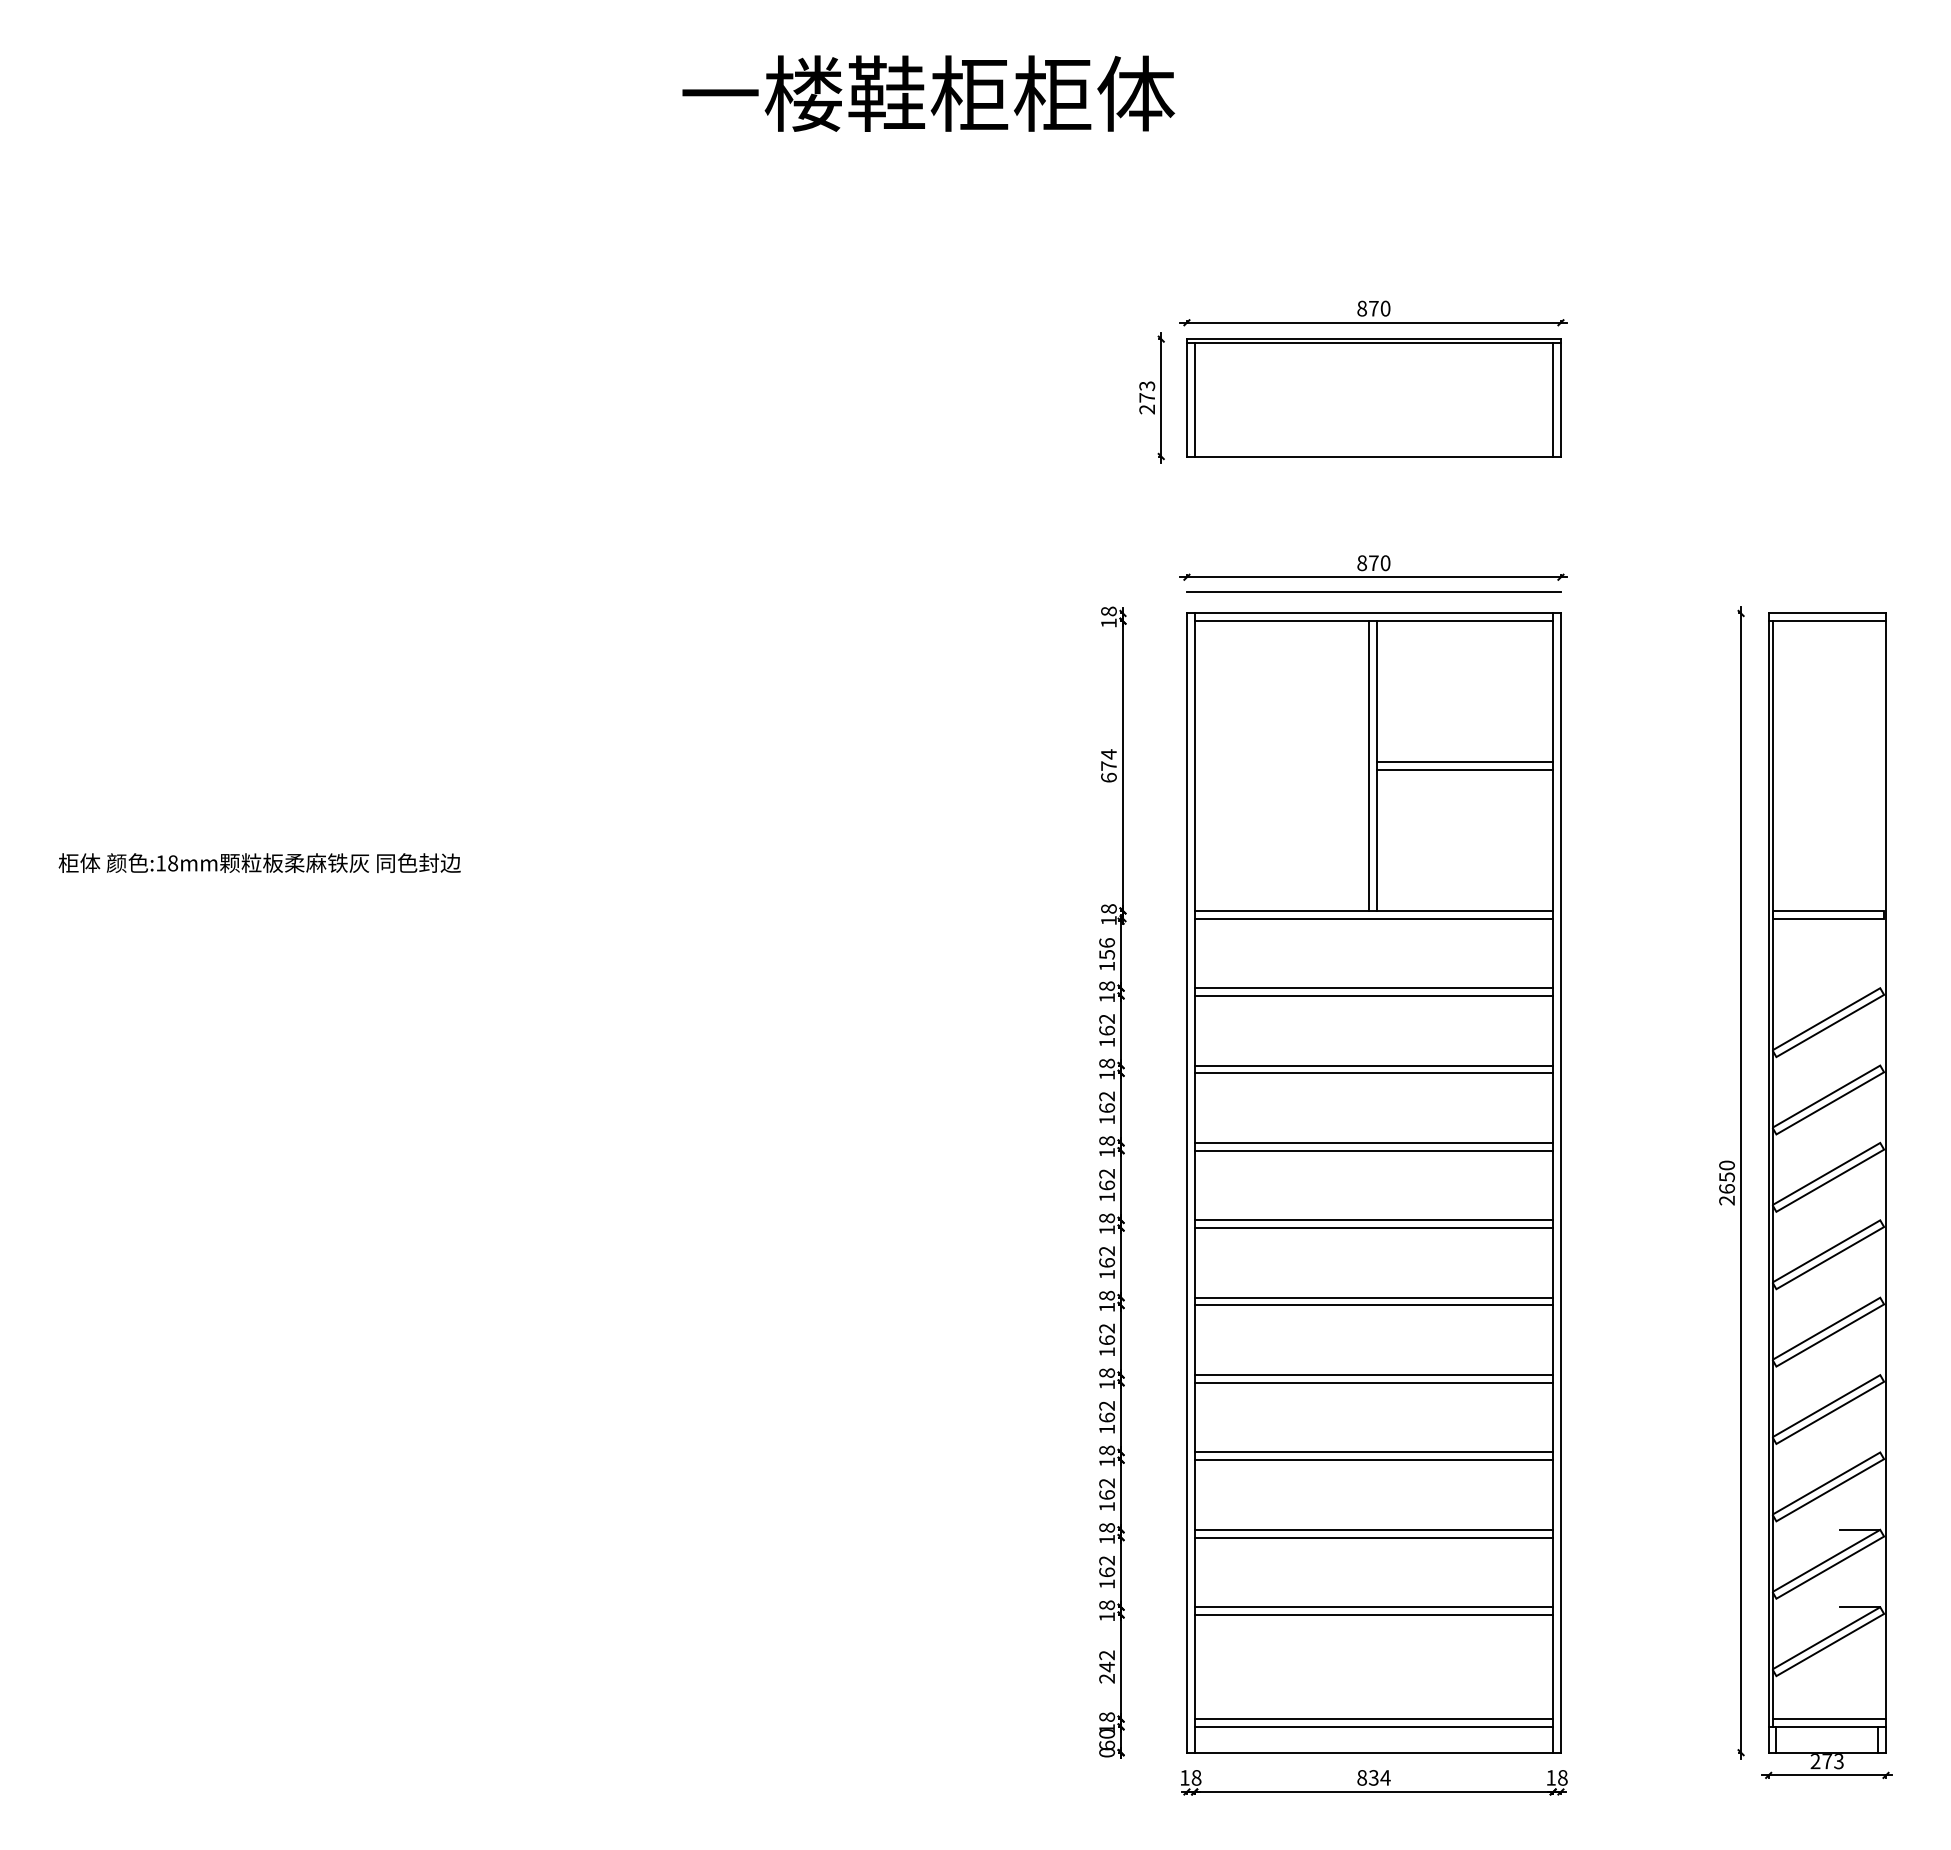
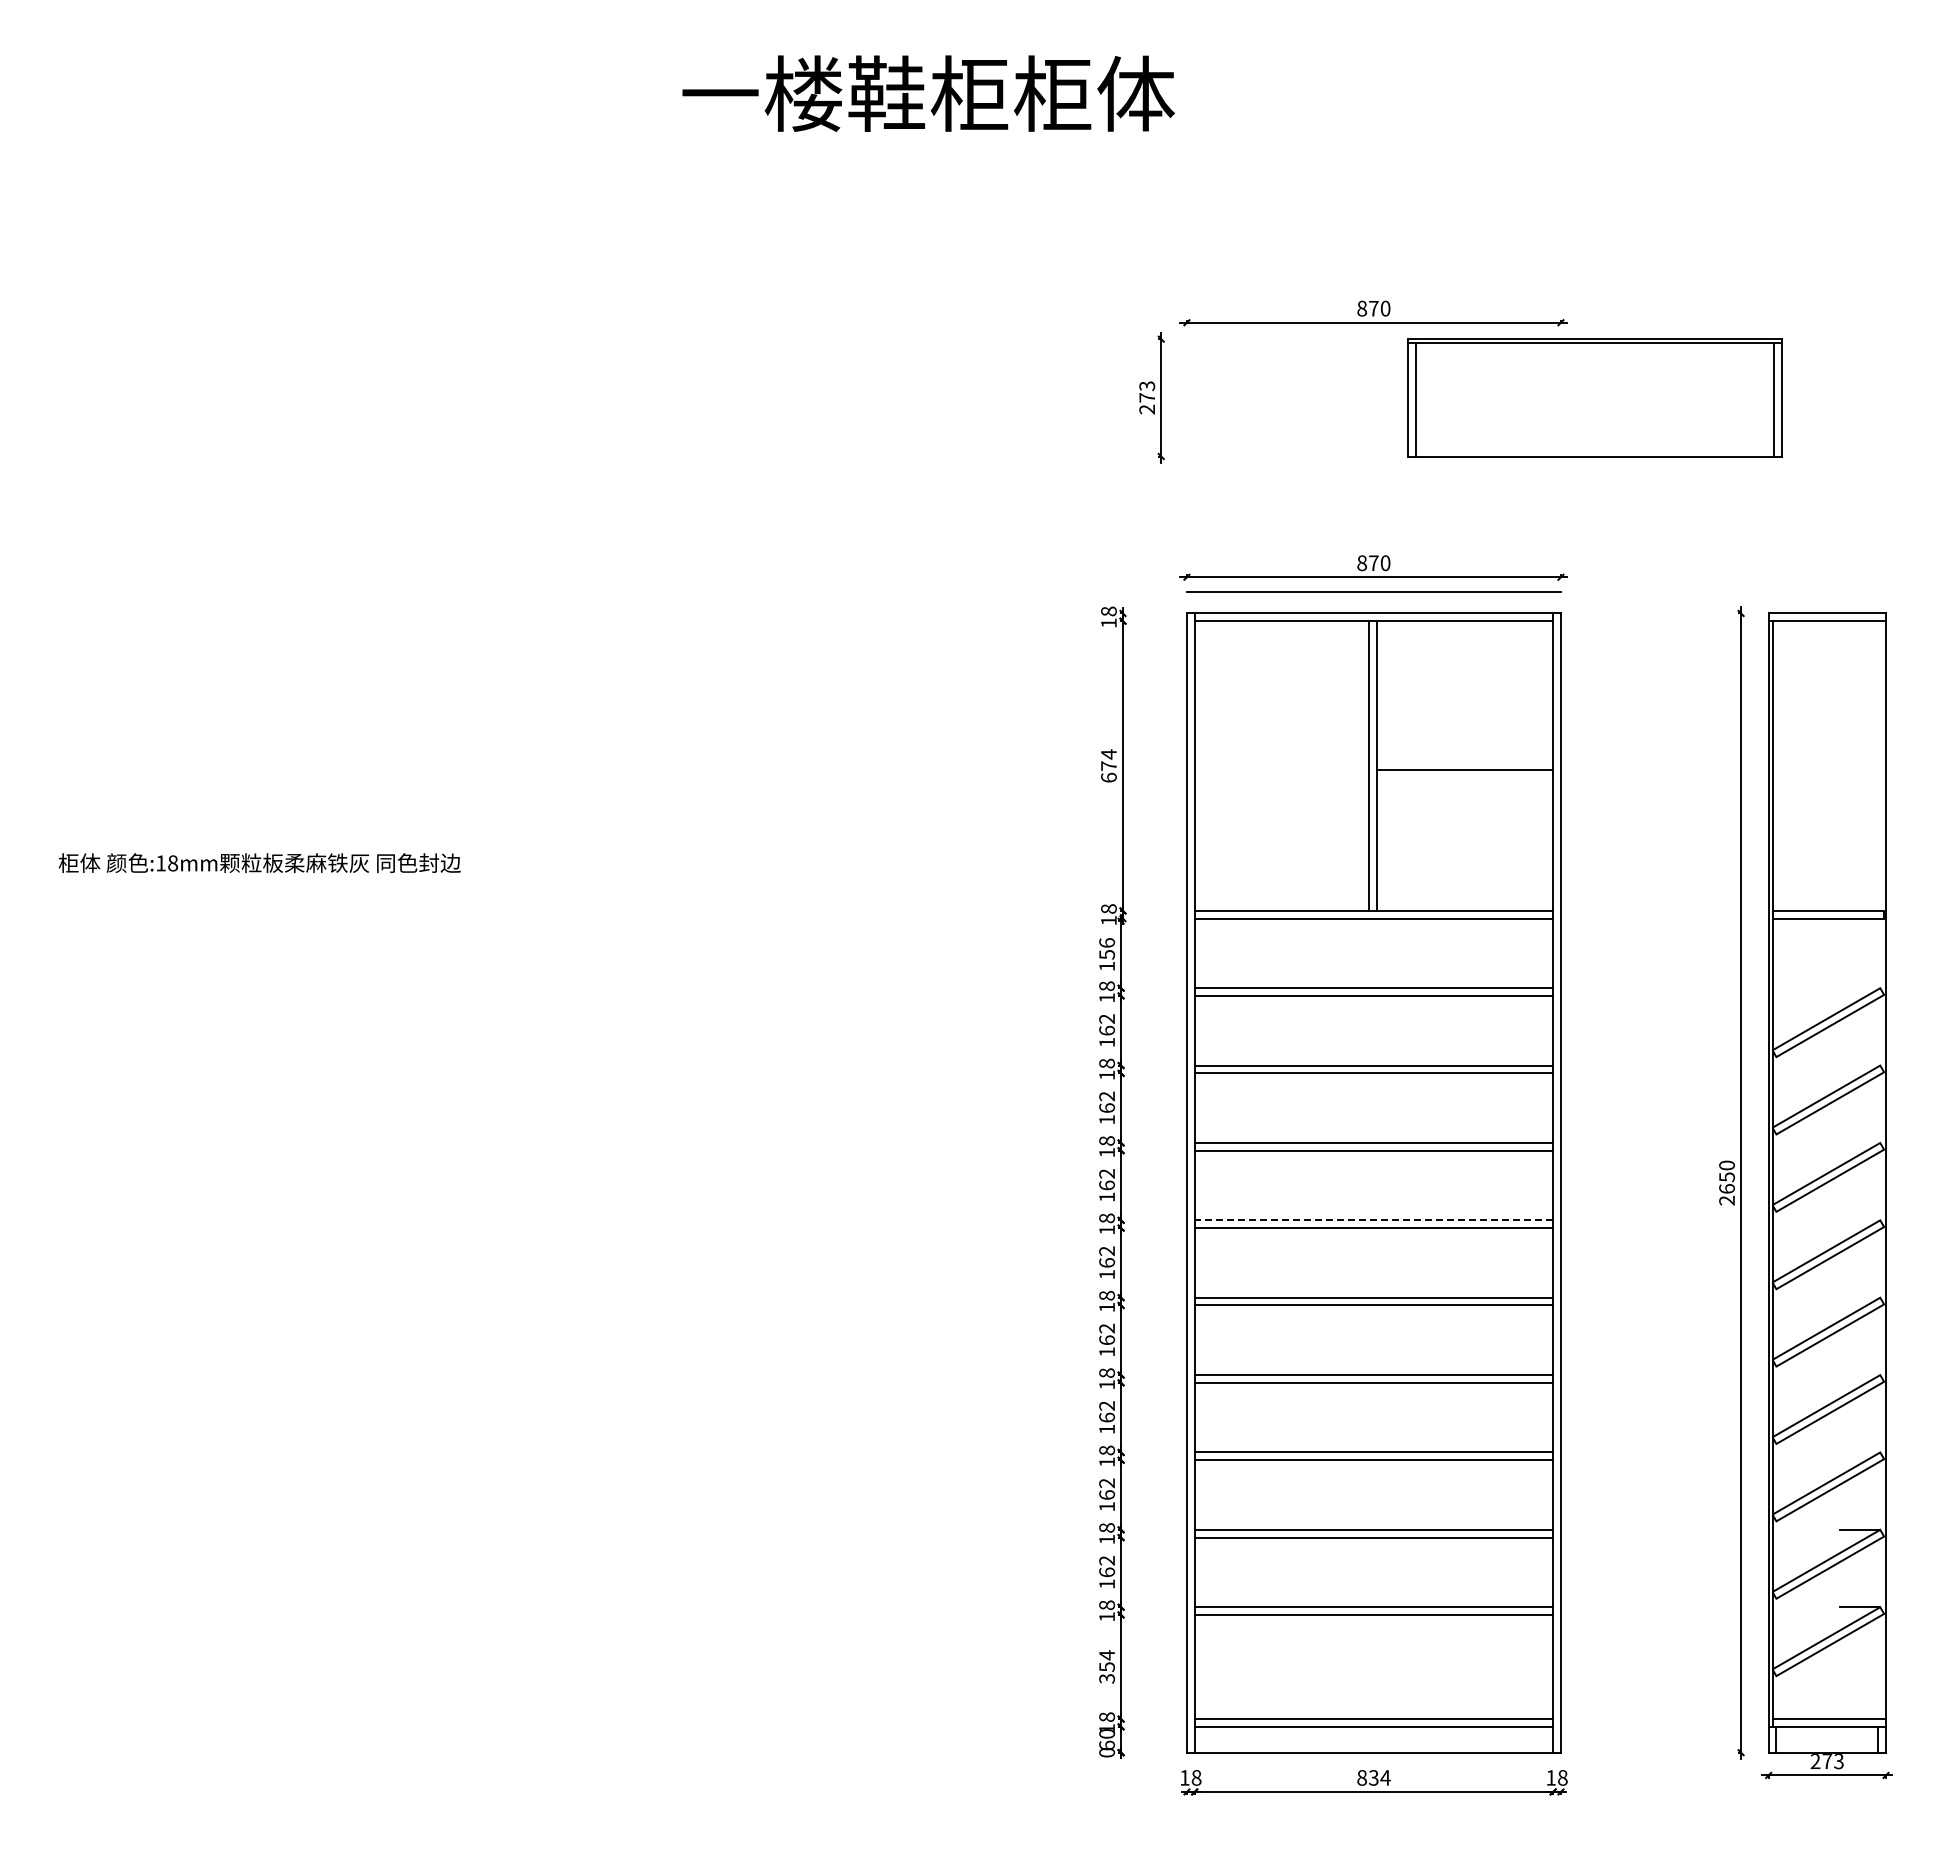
part at (1373, 397) position: (1373, 397) -> (1594, 397)
line at (1464, 762): present -> none
line at (1373, 1220): solid -> dashed
text at (1107, 1666): 242 -> 354
